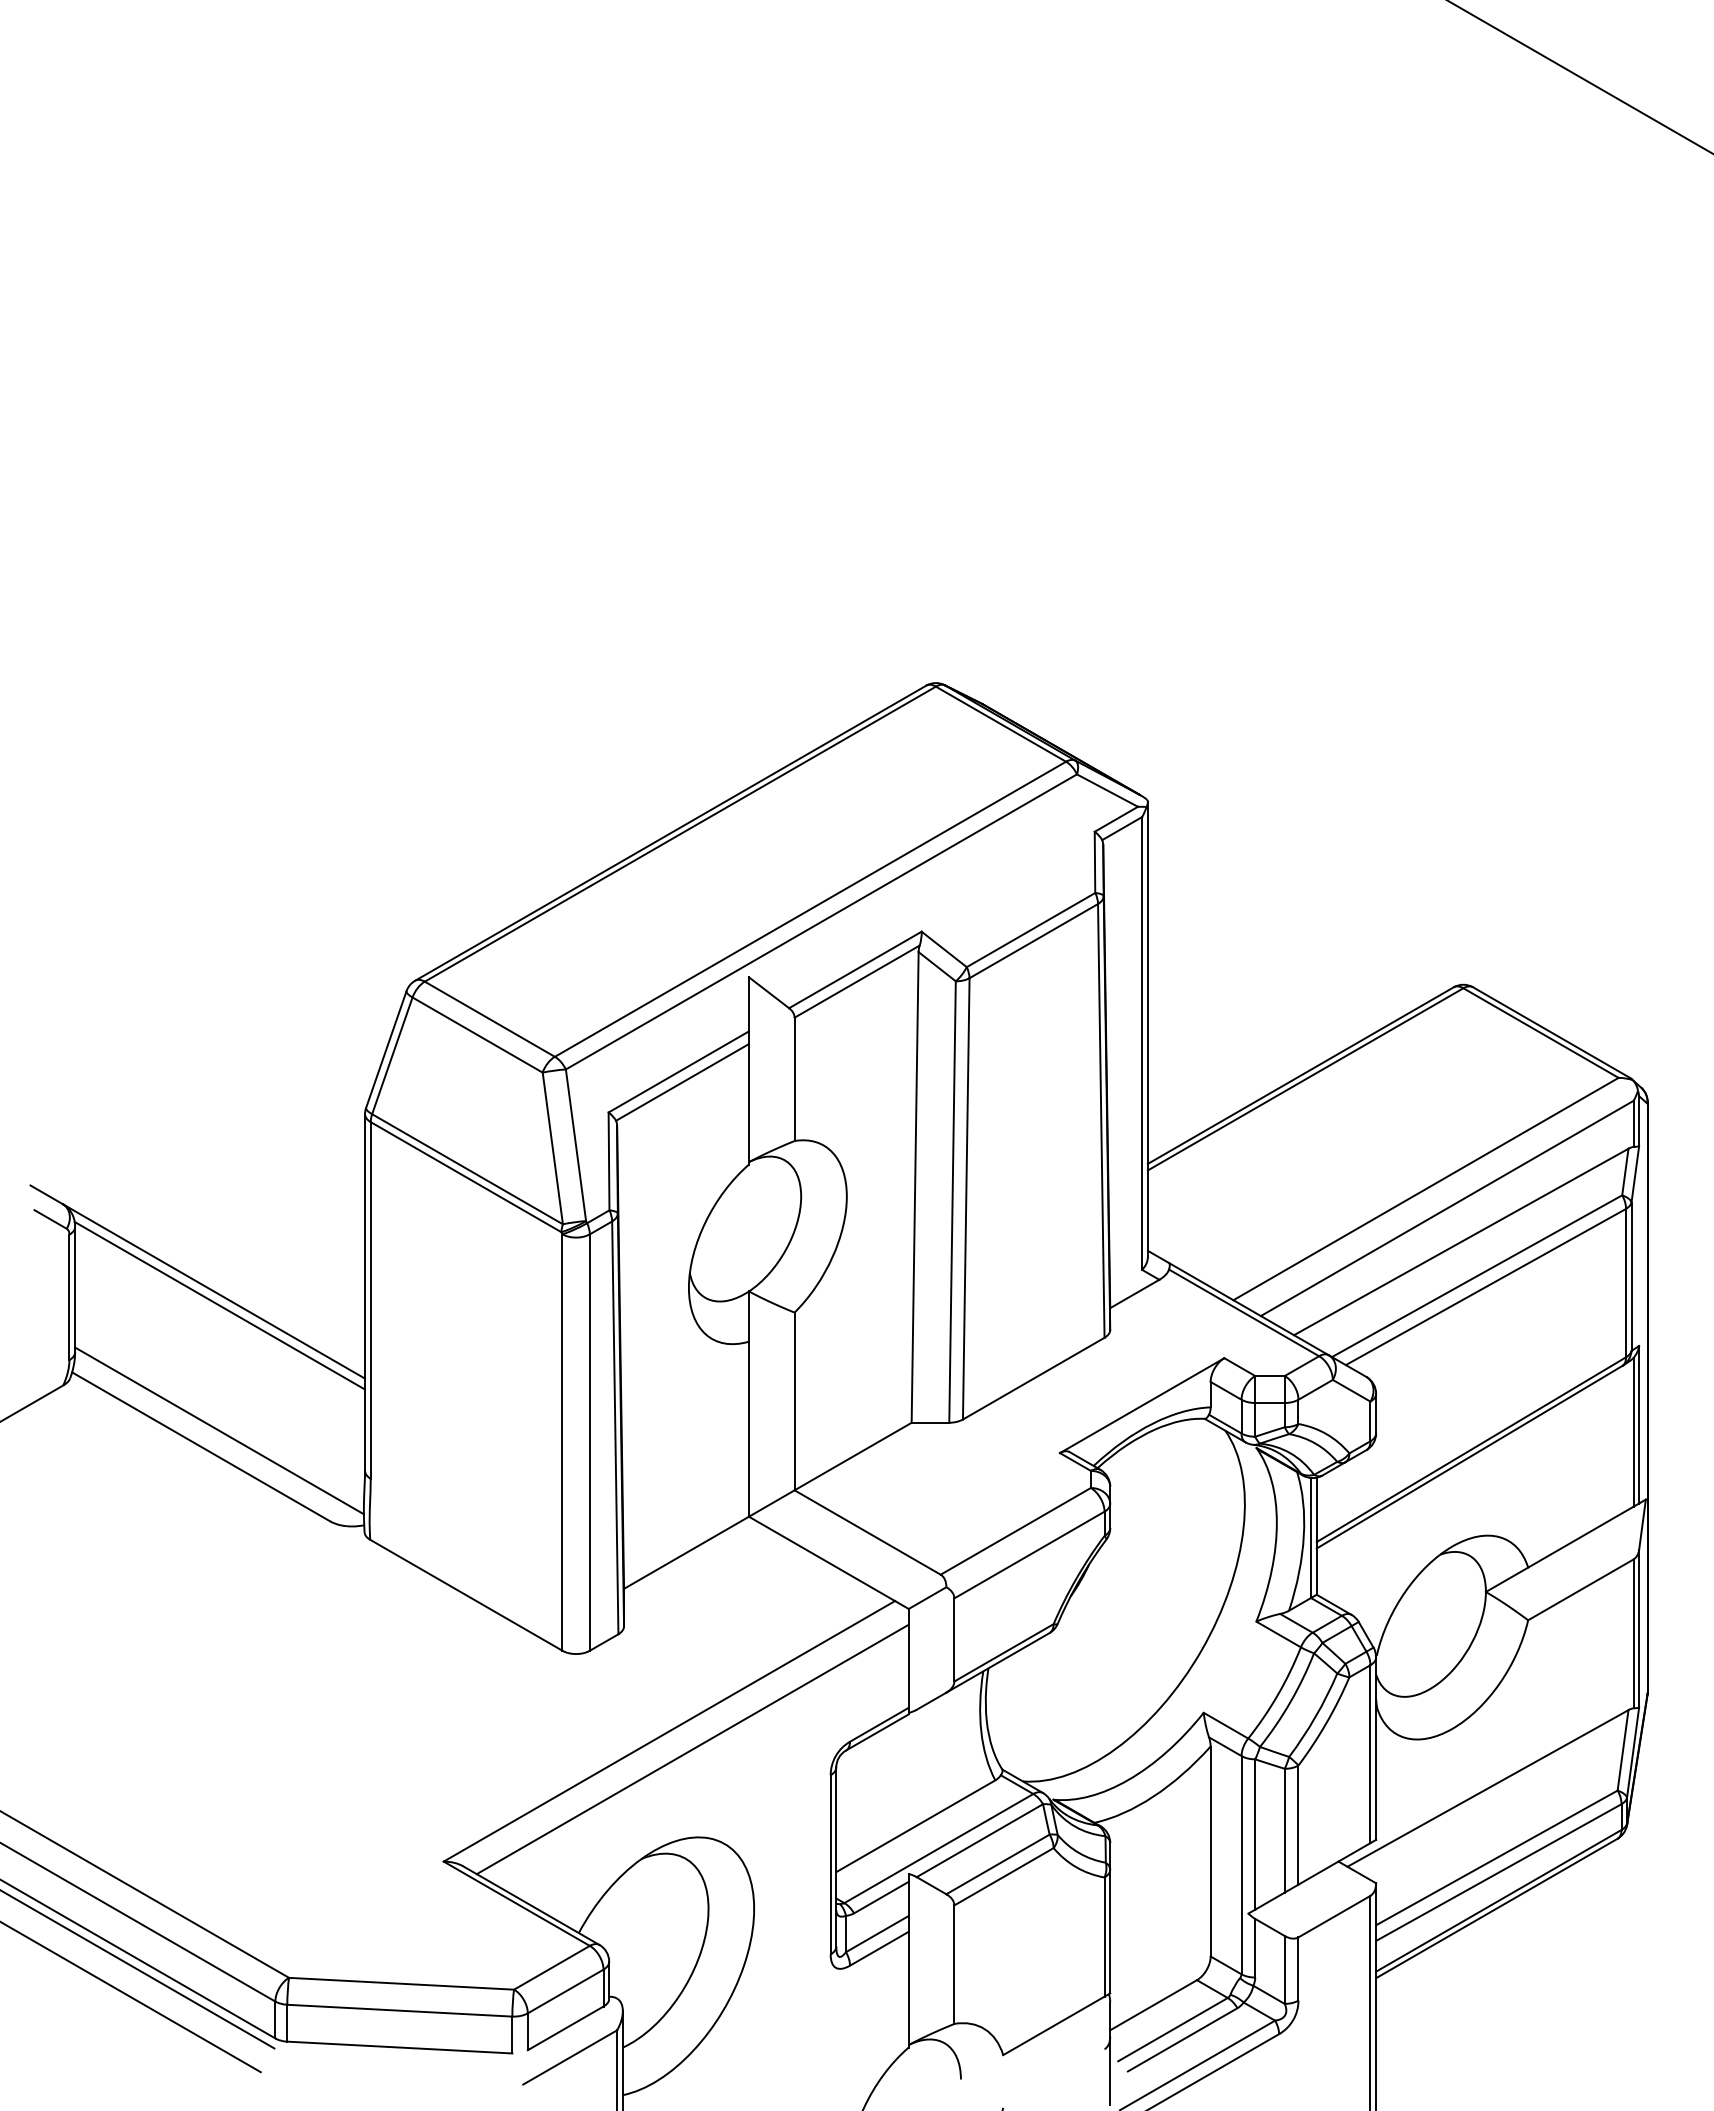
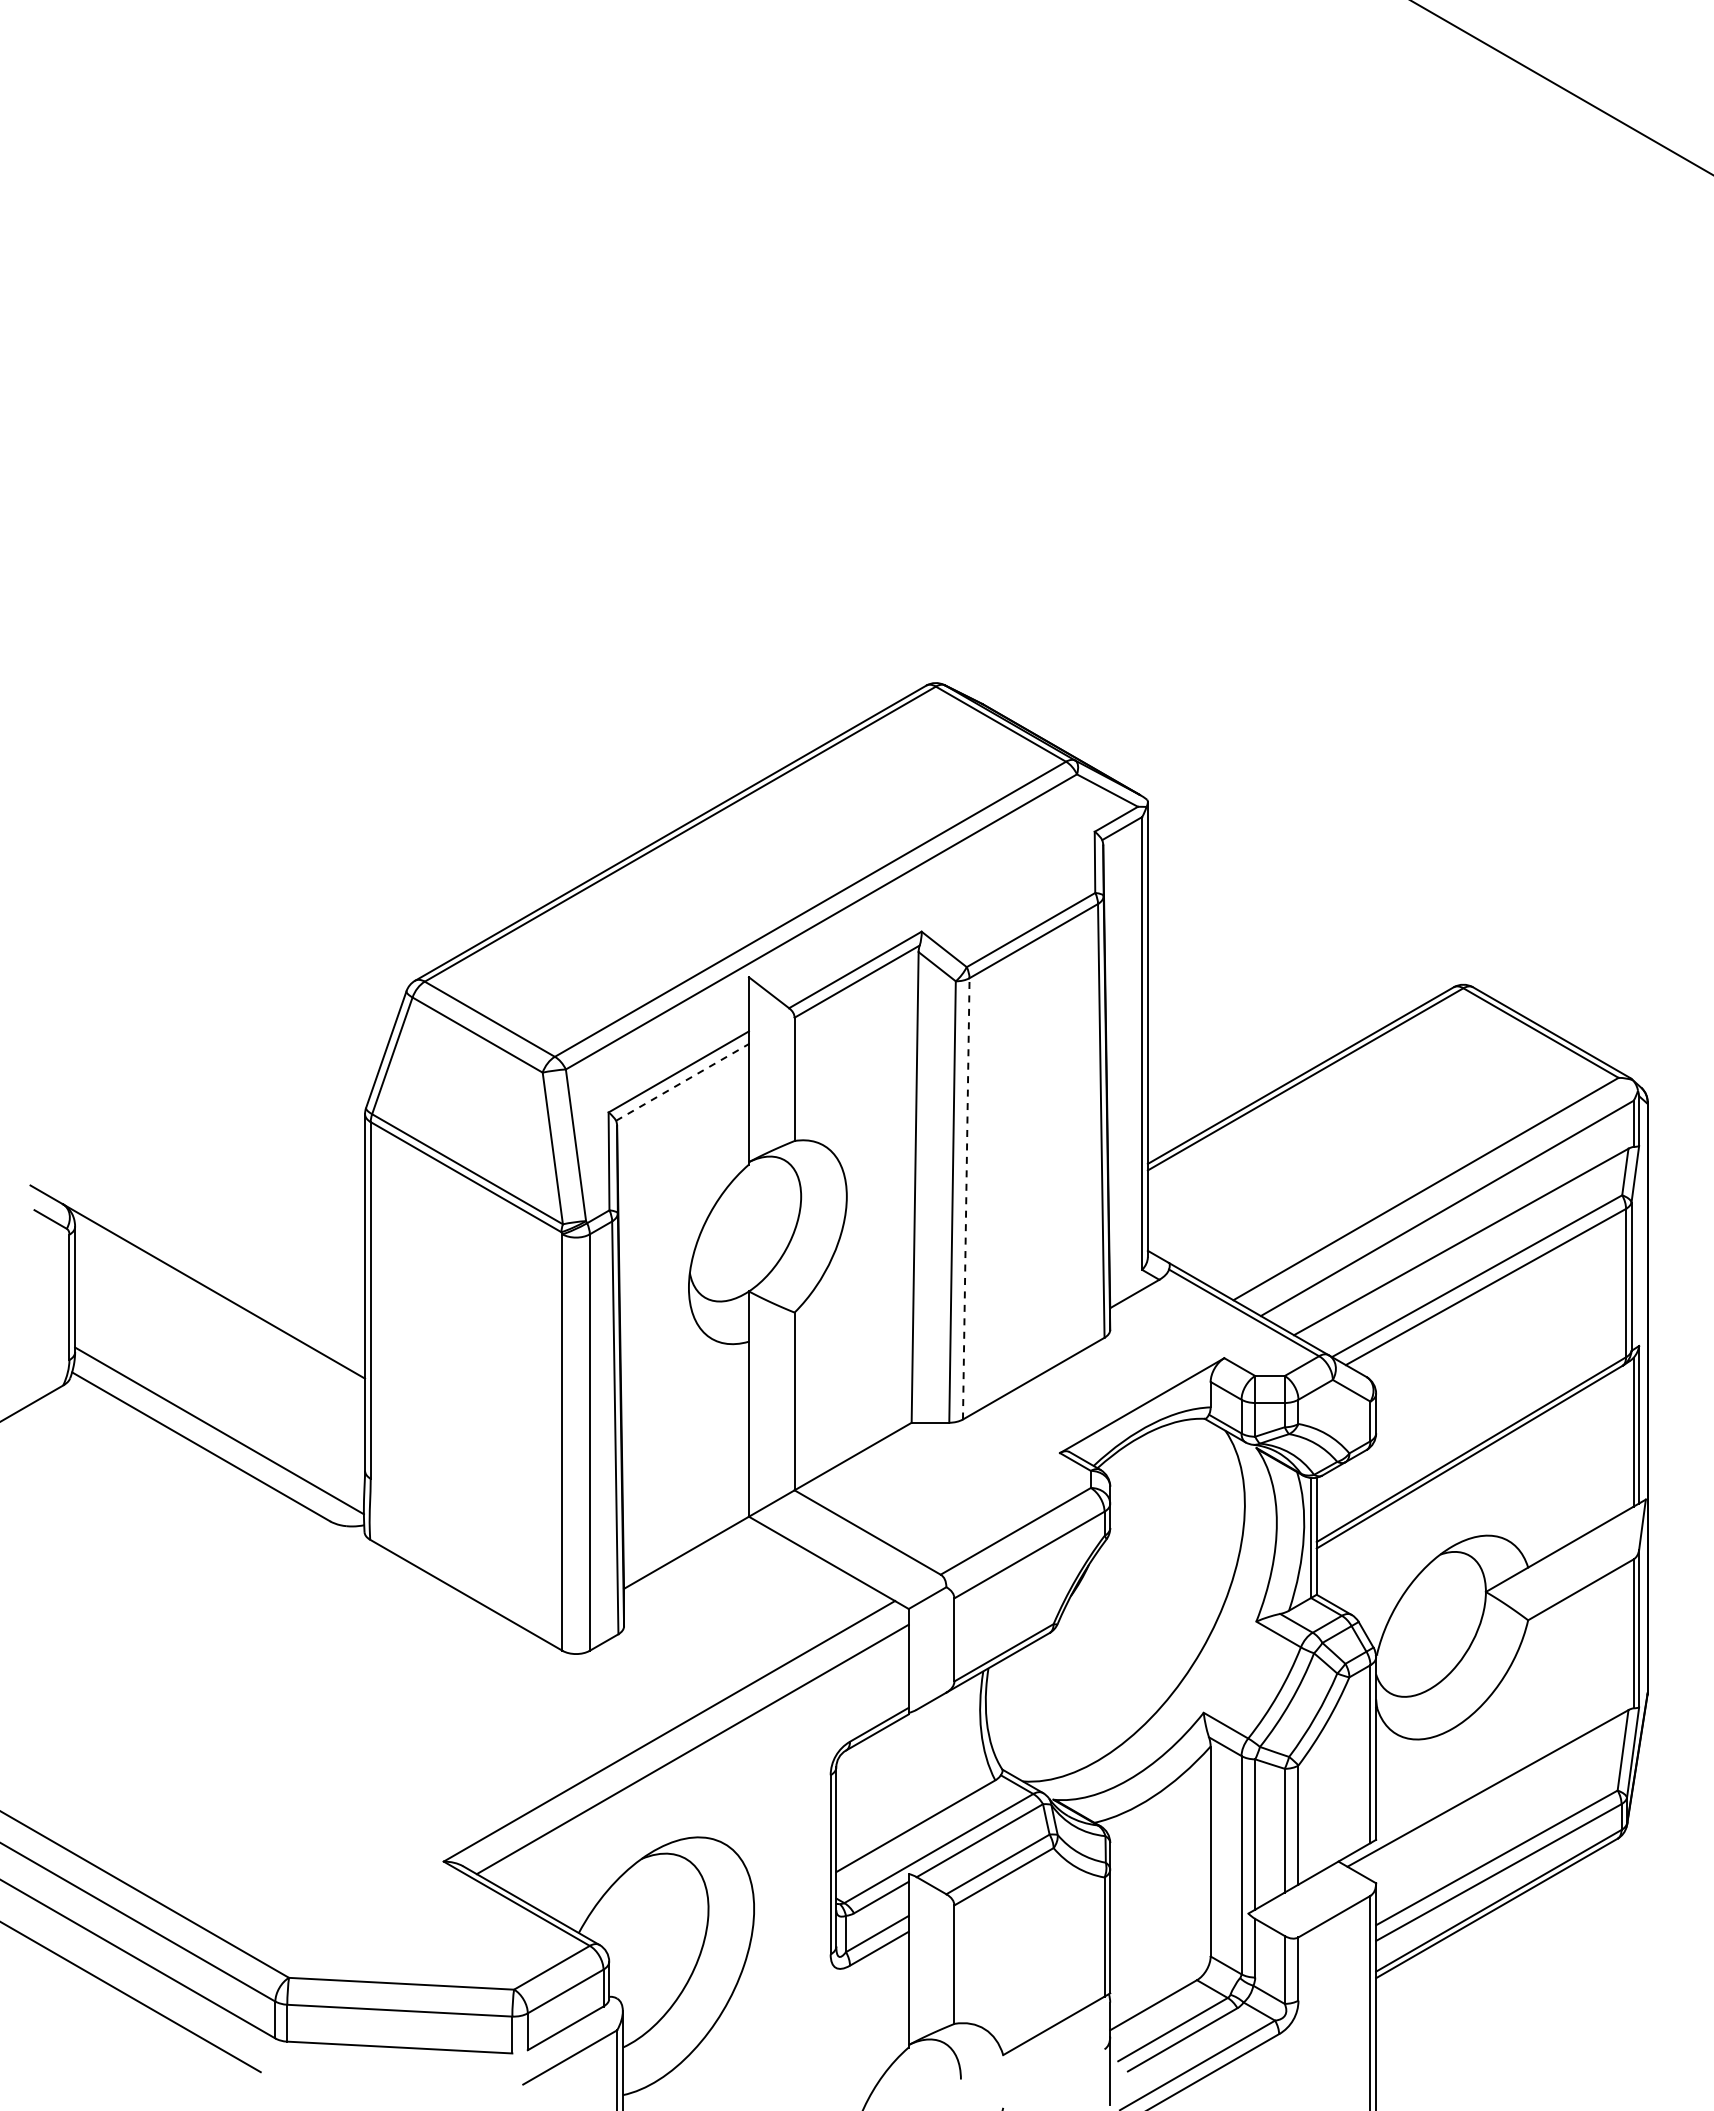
line at (1580, 77) position: (1580, 77) -> (1561, 87)
line at (682, 1082): solid -> dashed
line at (966, 1198): solid -> dashed
line at (219, 1305): present -> none
line at (138, 1969): present -> none
